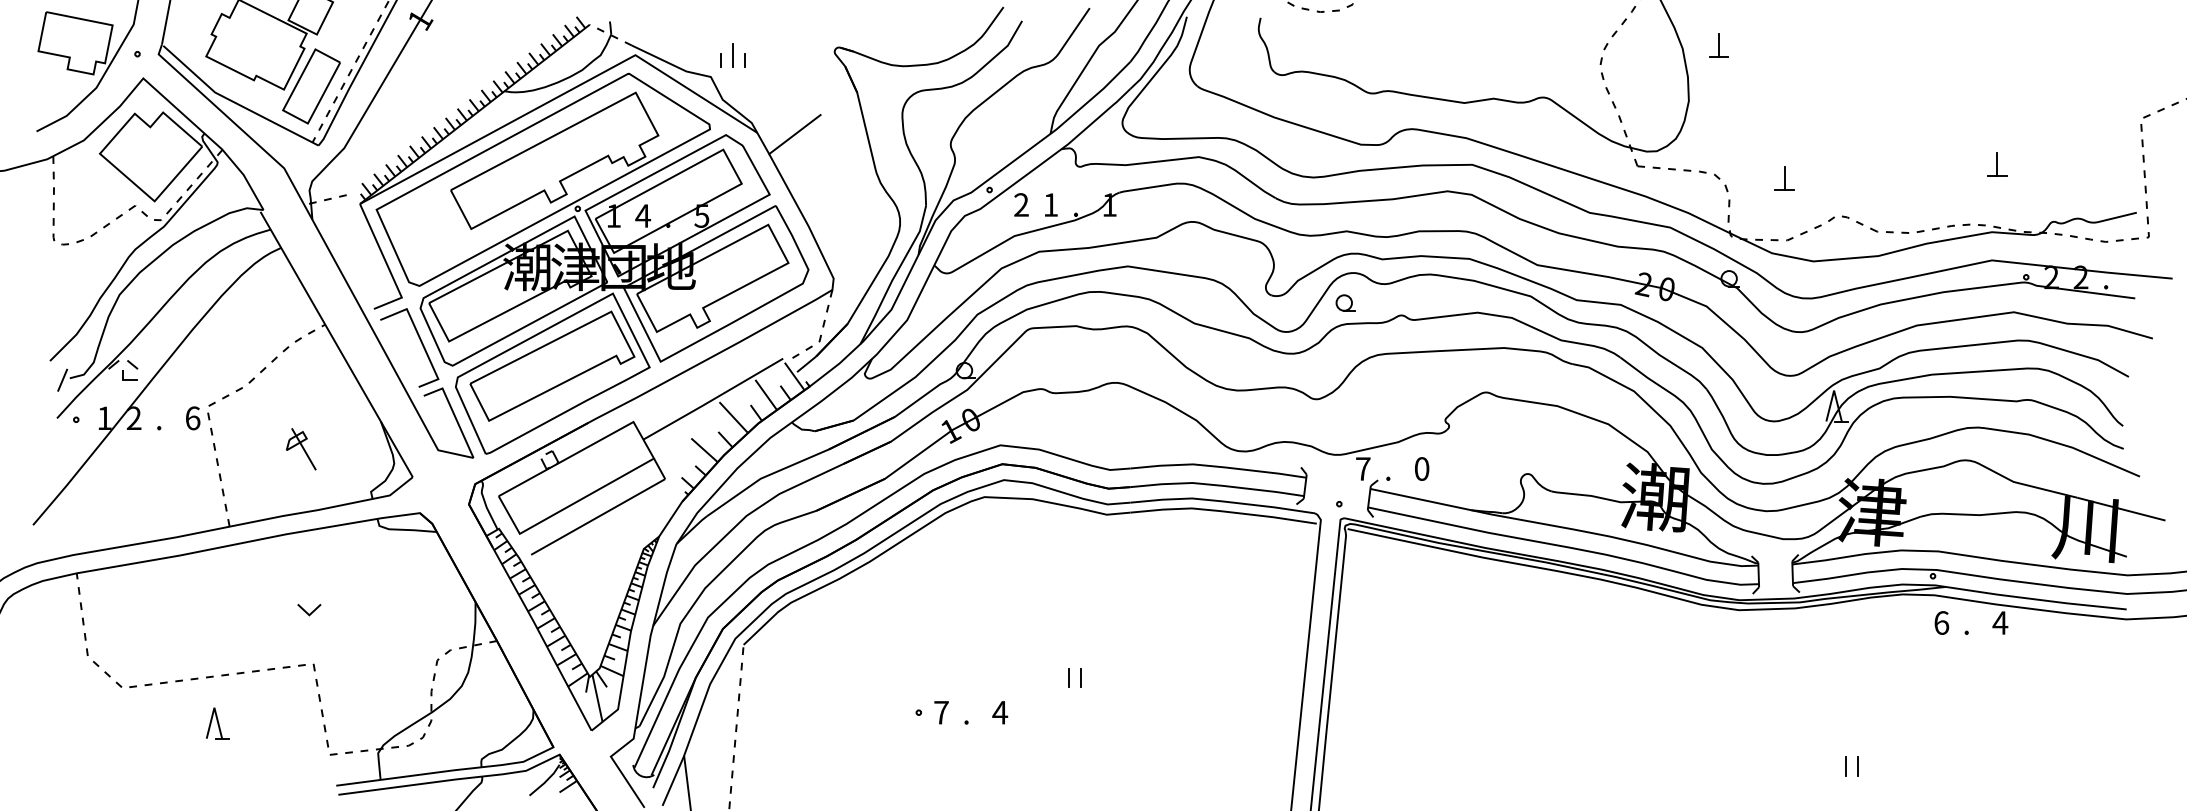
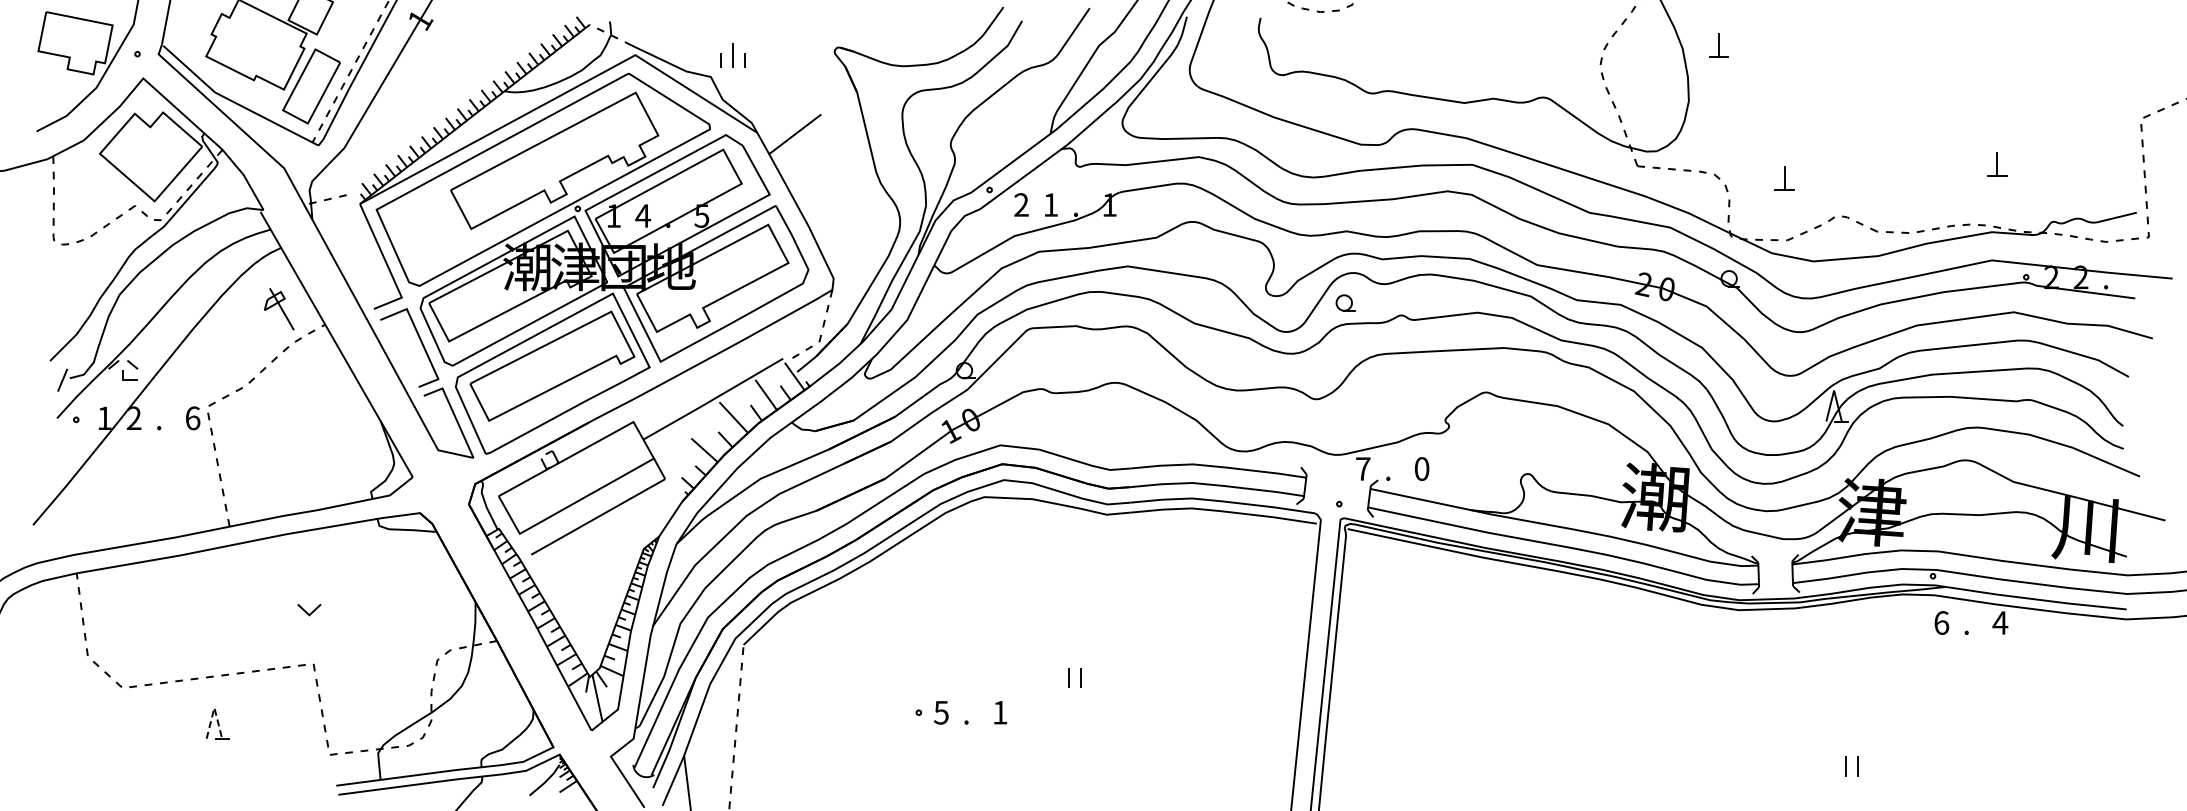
part at (301, 449) position: (301, 449) -> (279, 309)
line at (214, 707): solid -> dashed
text at (940, 712): 7 -> 5
text at (1000, 712): 4 -> 1
